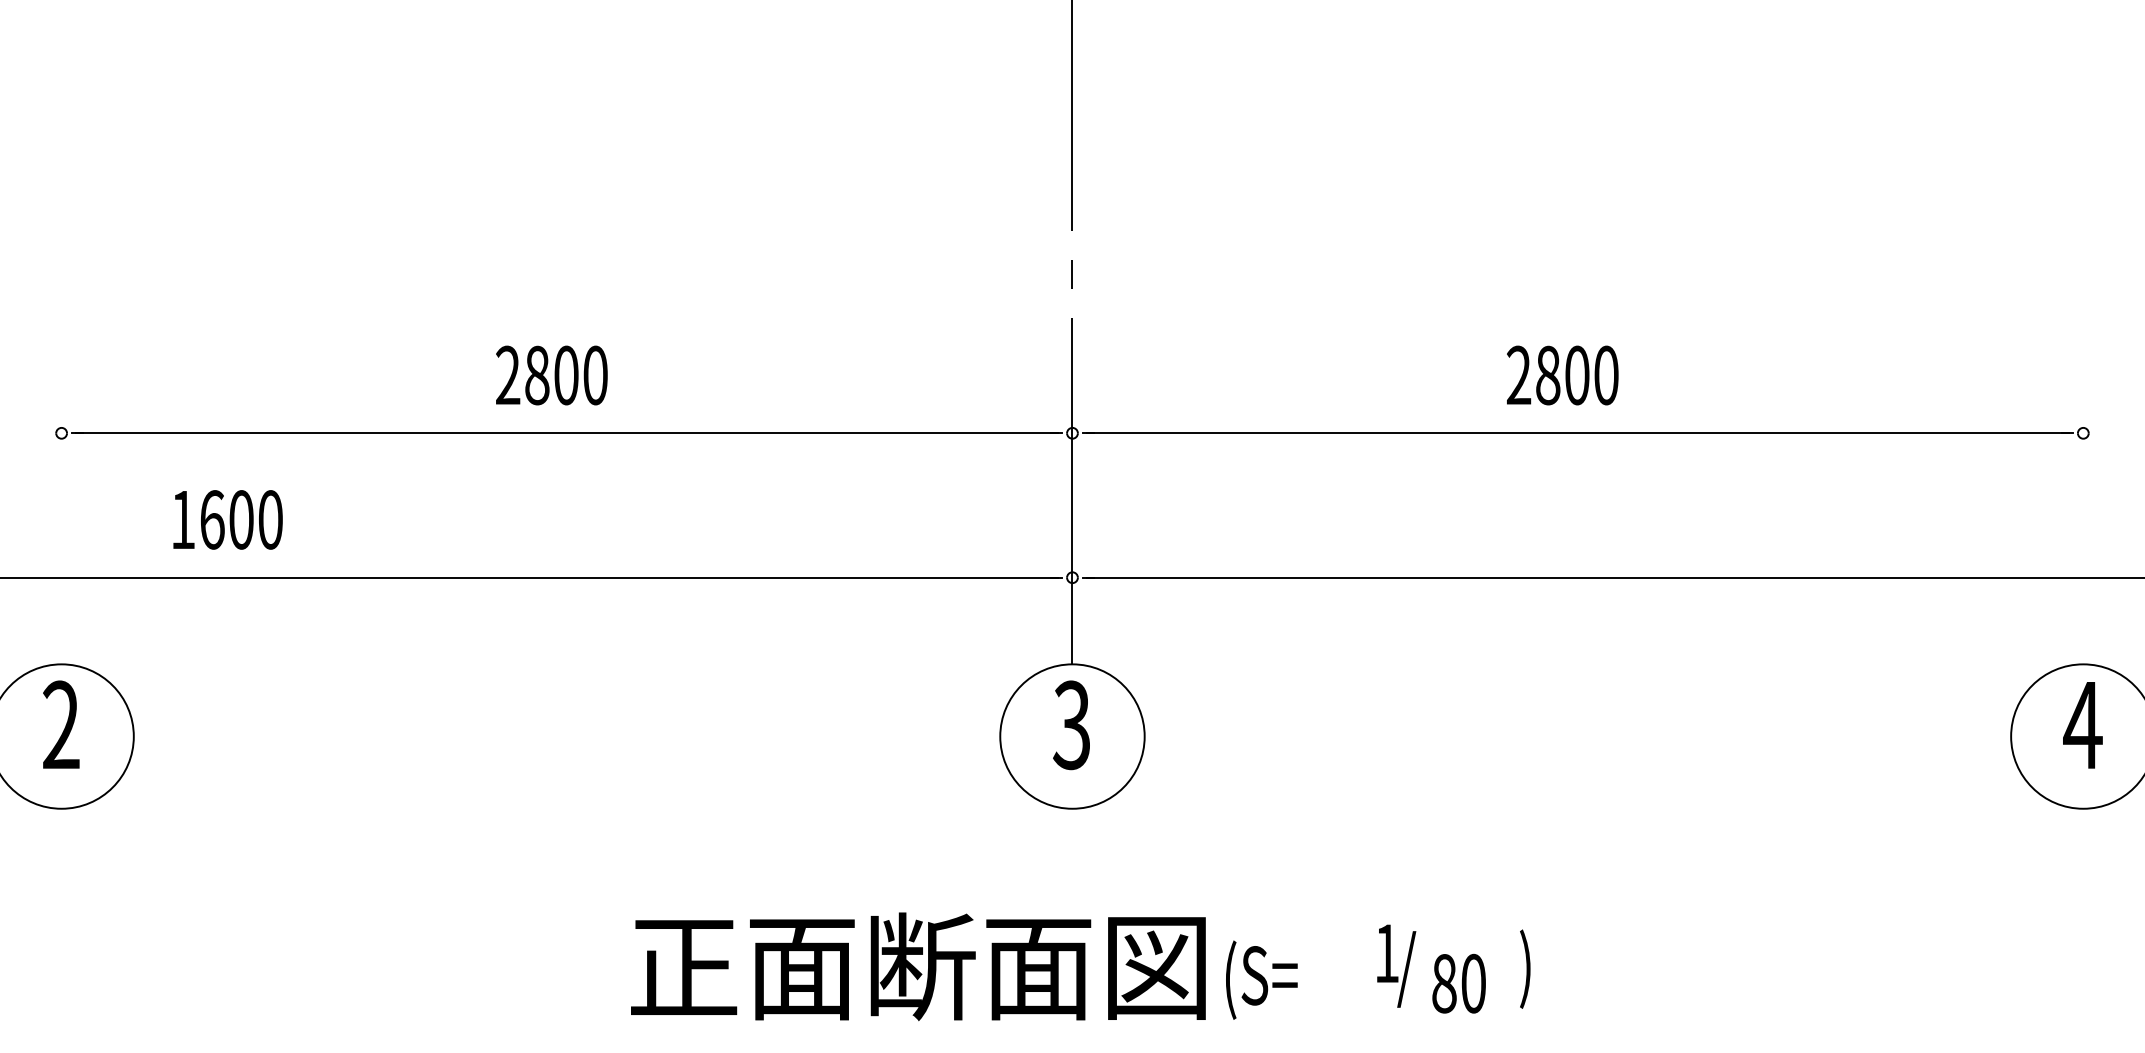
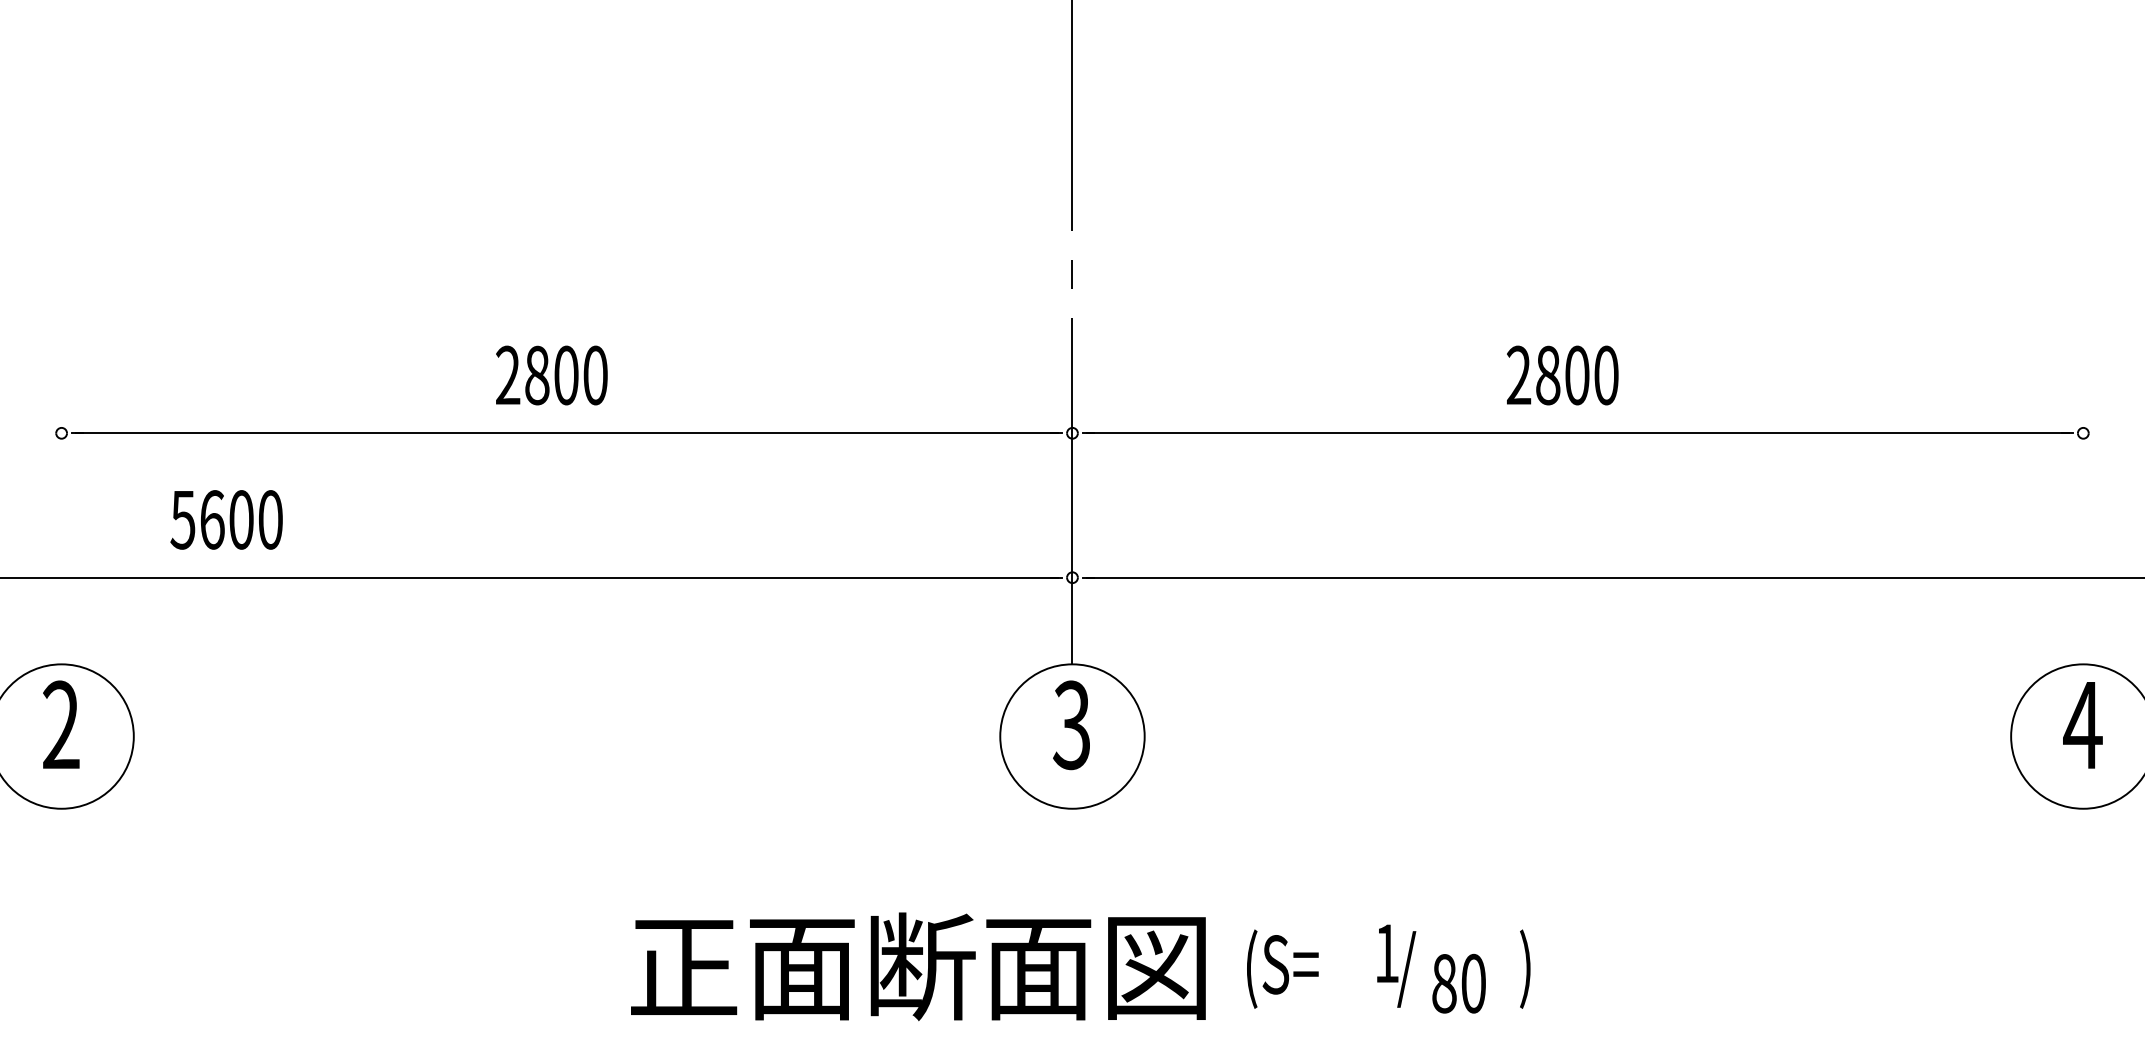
text at (182, 520): 1600 -> 5600
text at (1261, 979) position: (1261, 979) -> (1282, 968)
